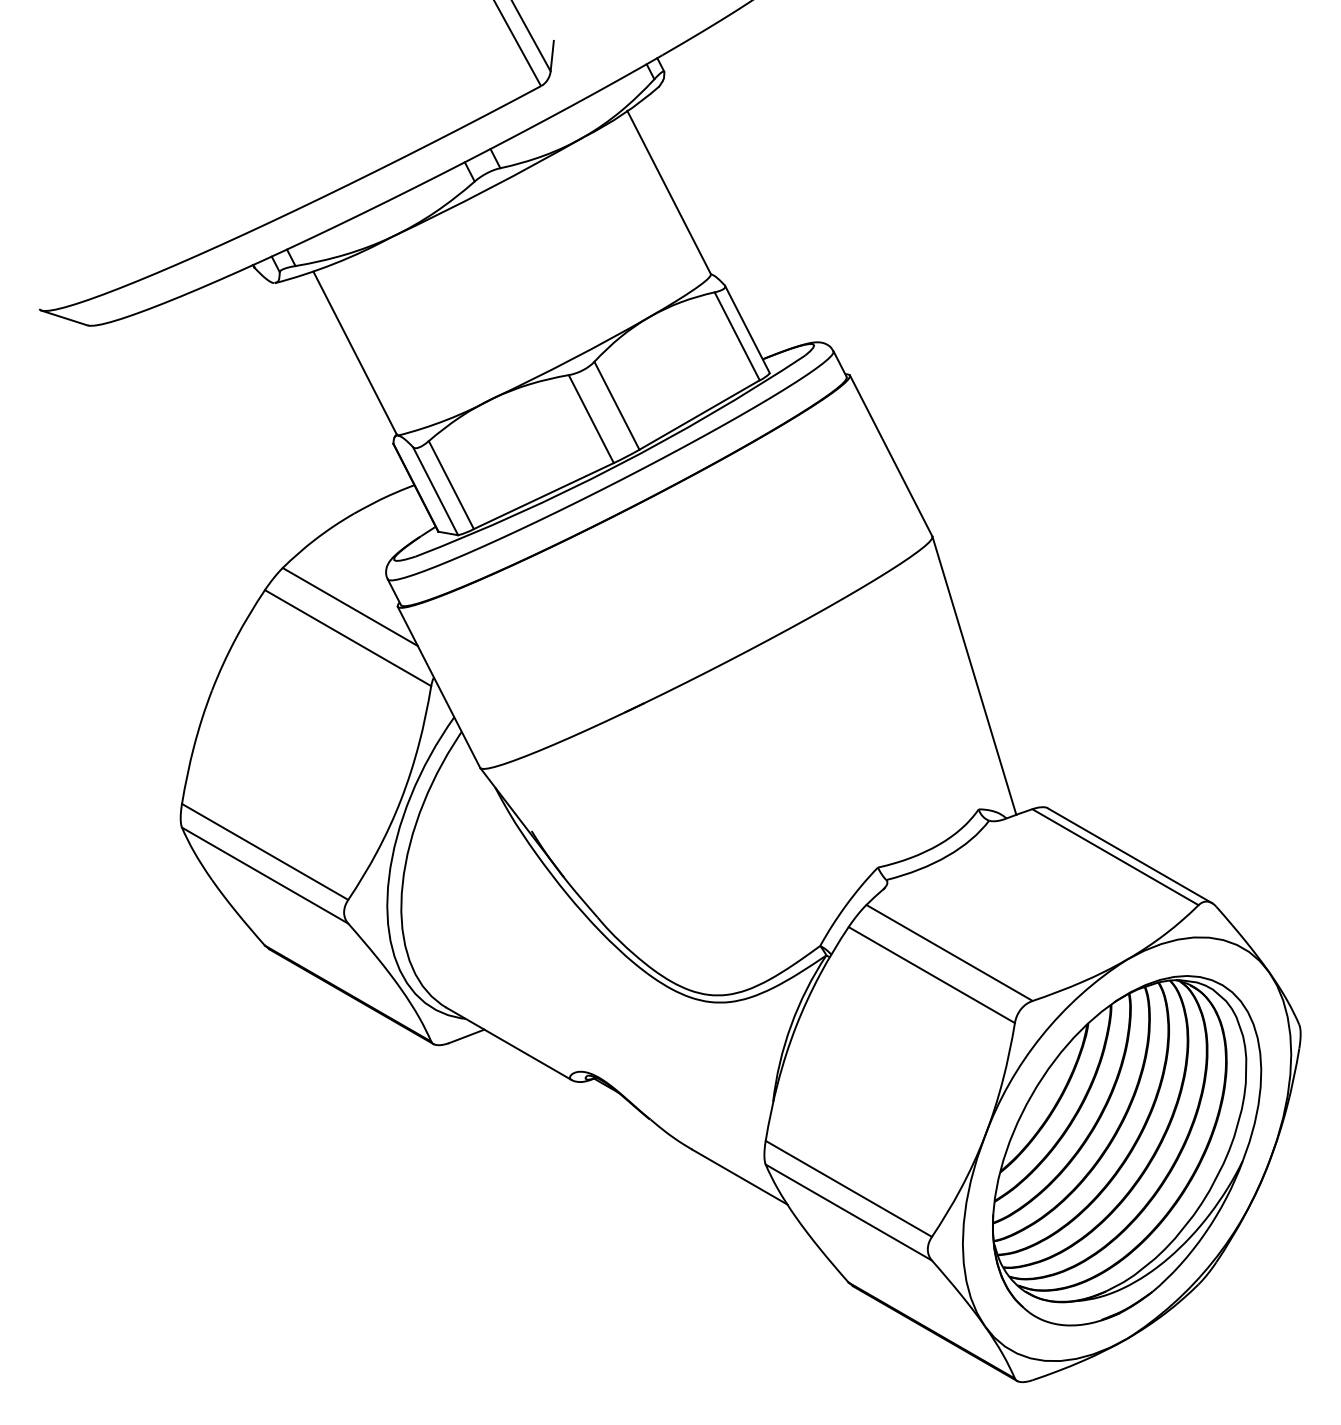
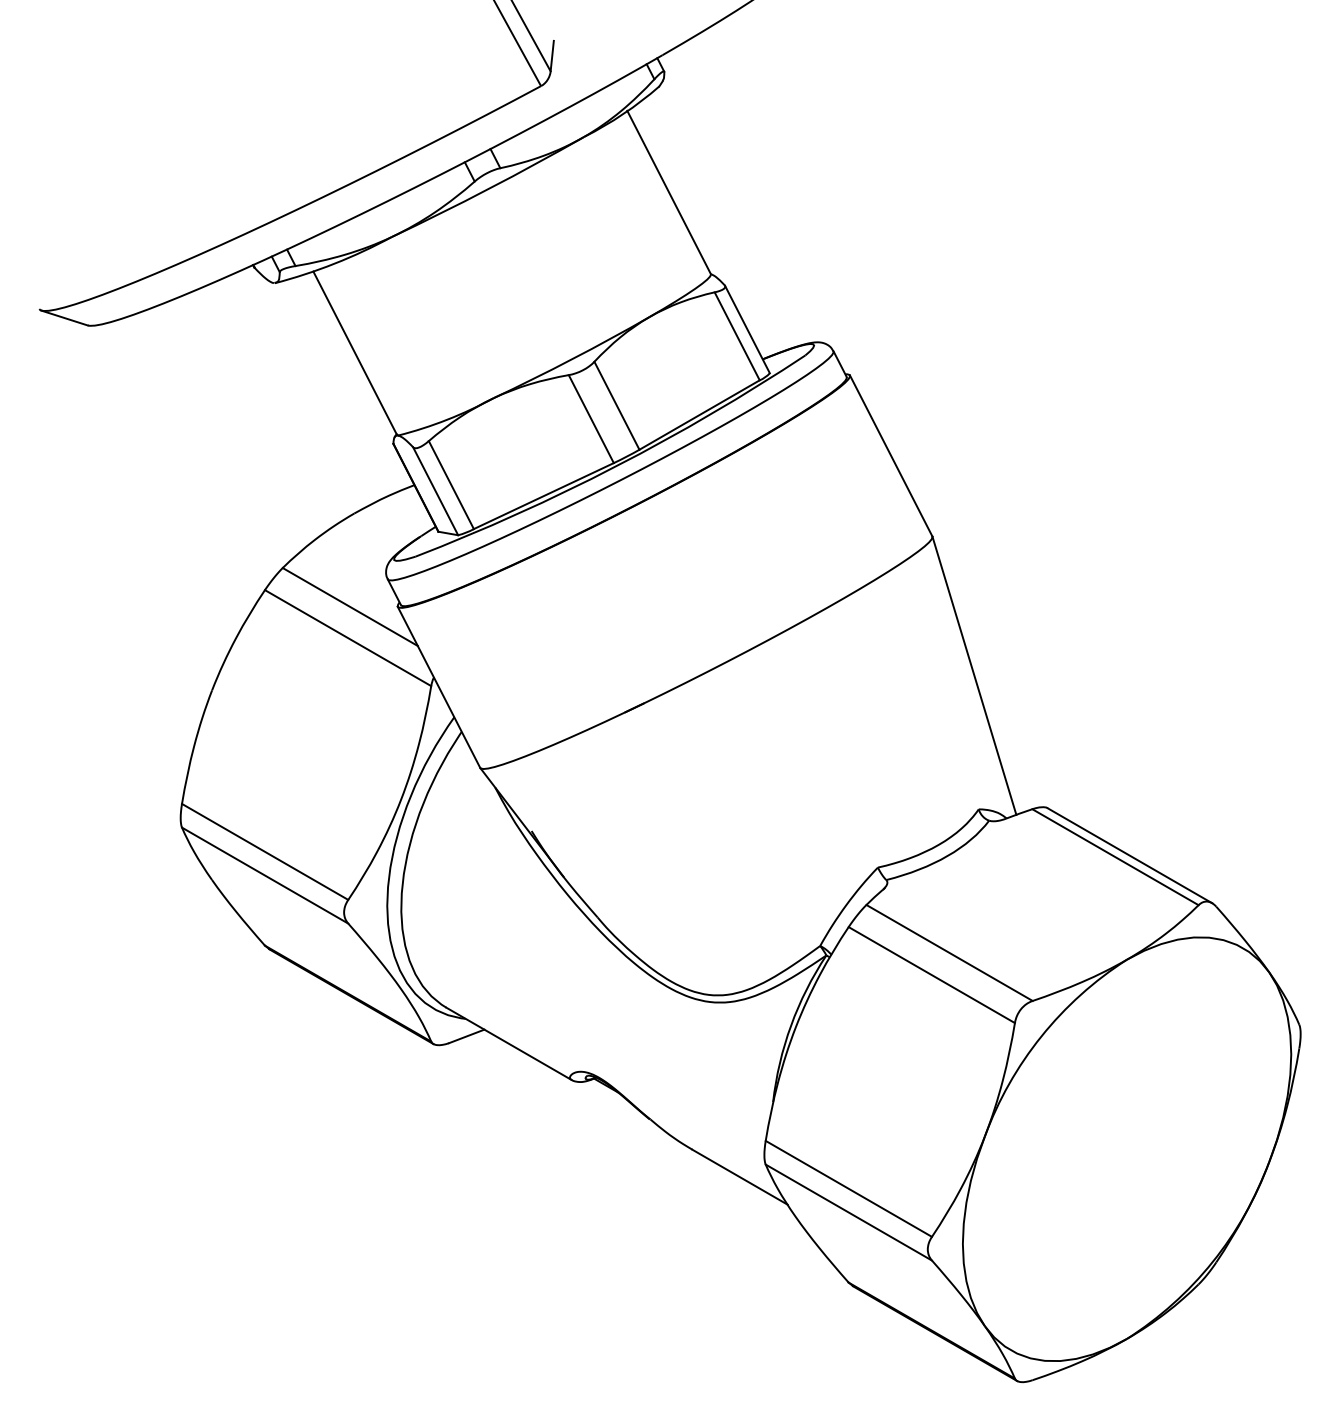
part at (1127, 1150): present -> none
